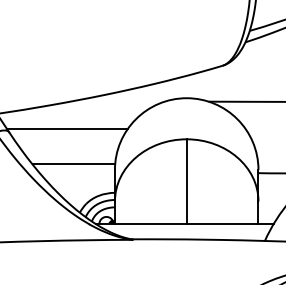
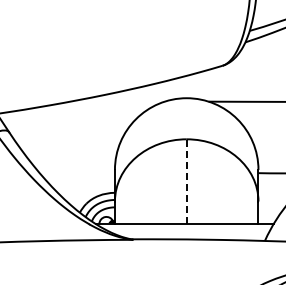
line at (67, 128): present -> none
line at (73, 164): present -> none
line at (186, 181): solid -> dashed
